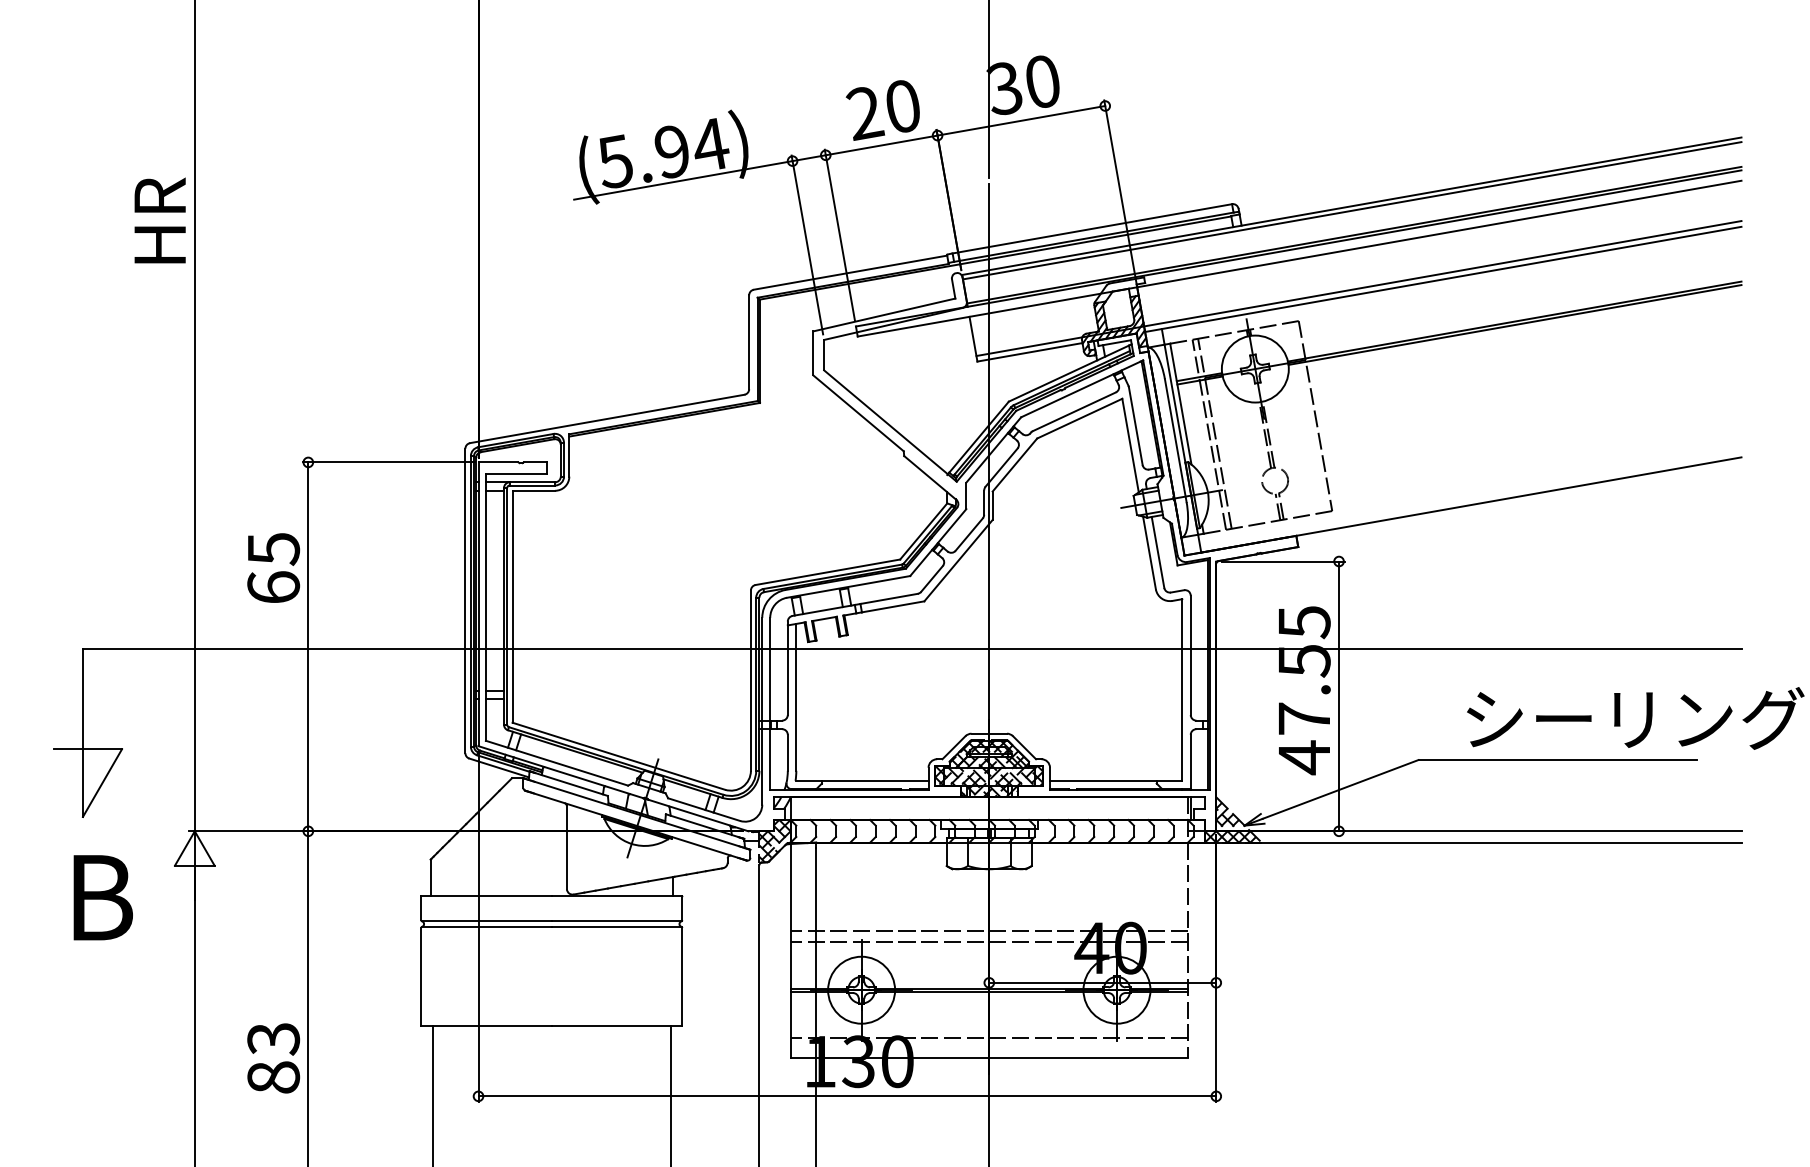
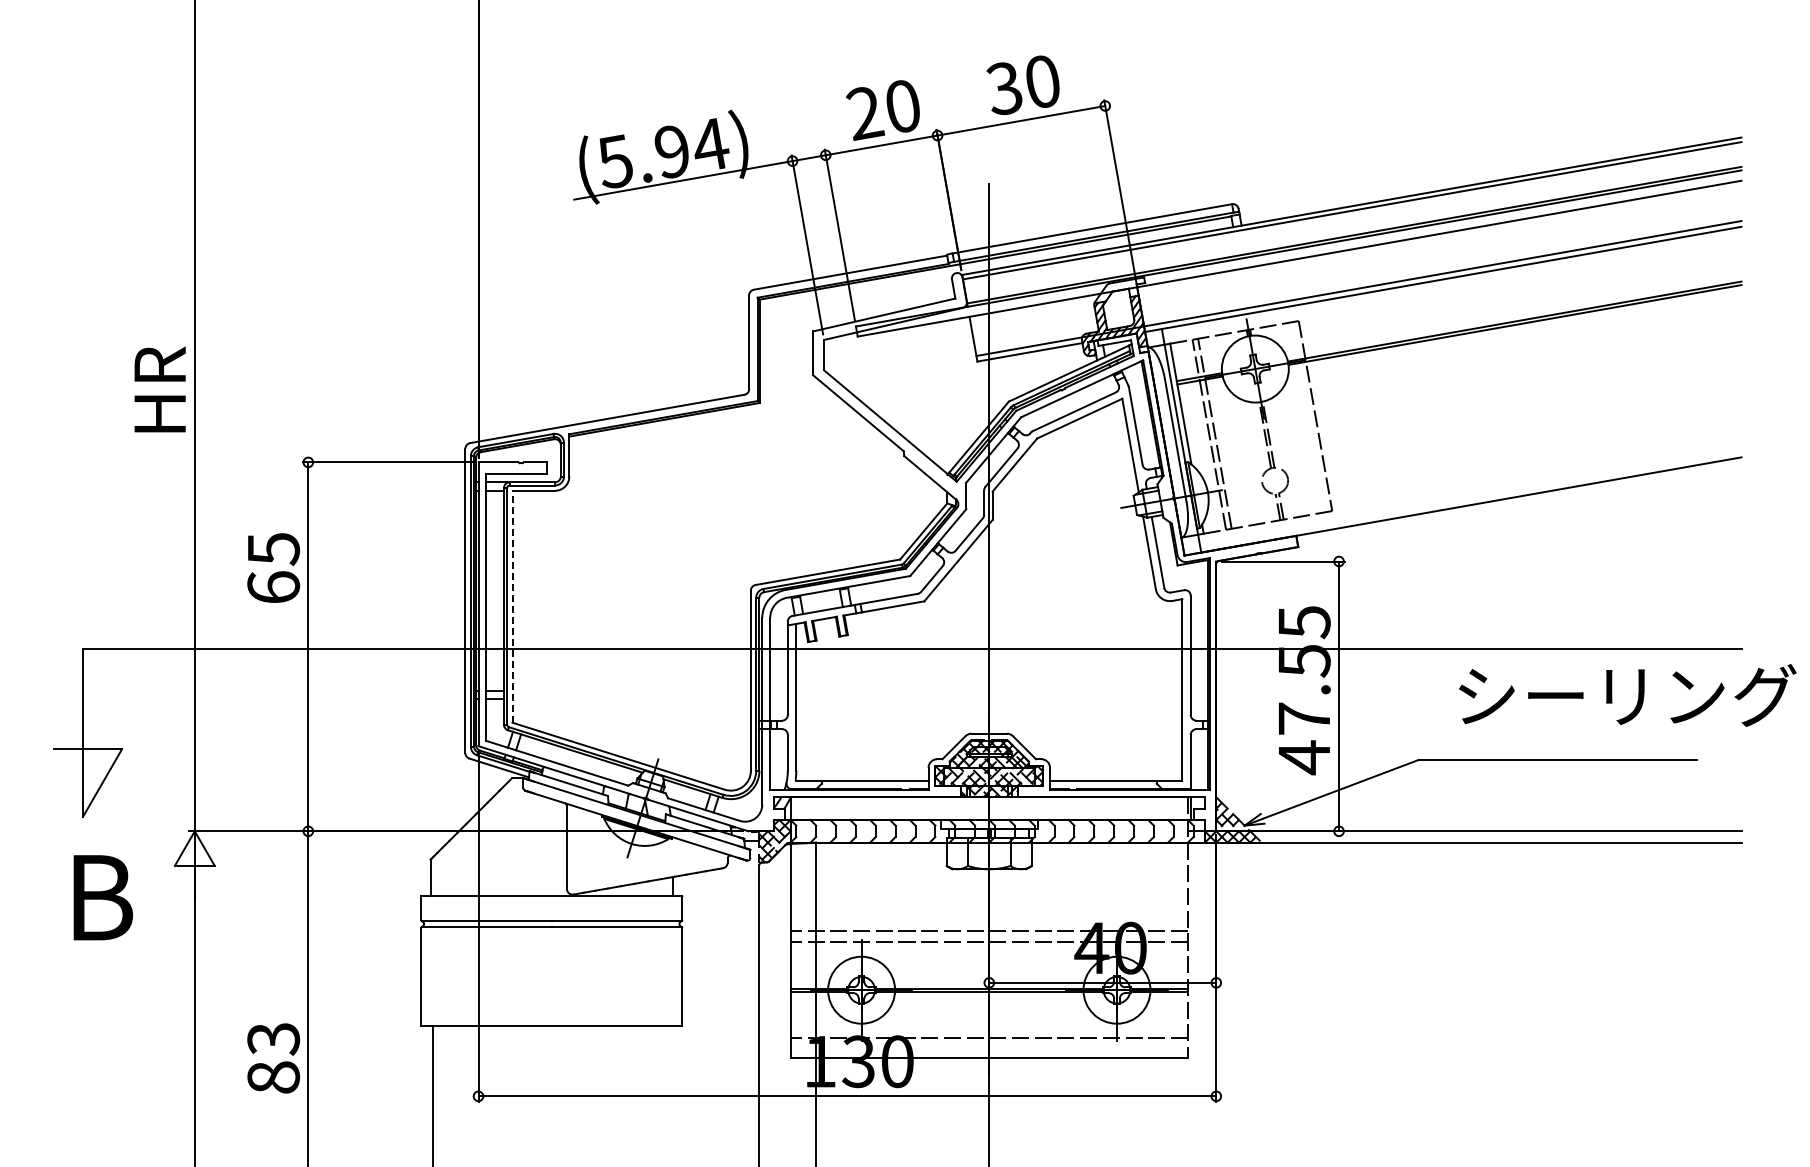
line at (989, 89): present -> none
text at (159, 220) position: (159, 220) -> (159, 389)
line at (512, 606): solid -> dashed
text at (1635, 718) position: (1635, 718) -> (1627, 695)
line at (670, 1094): present -> none
